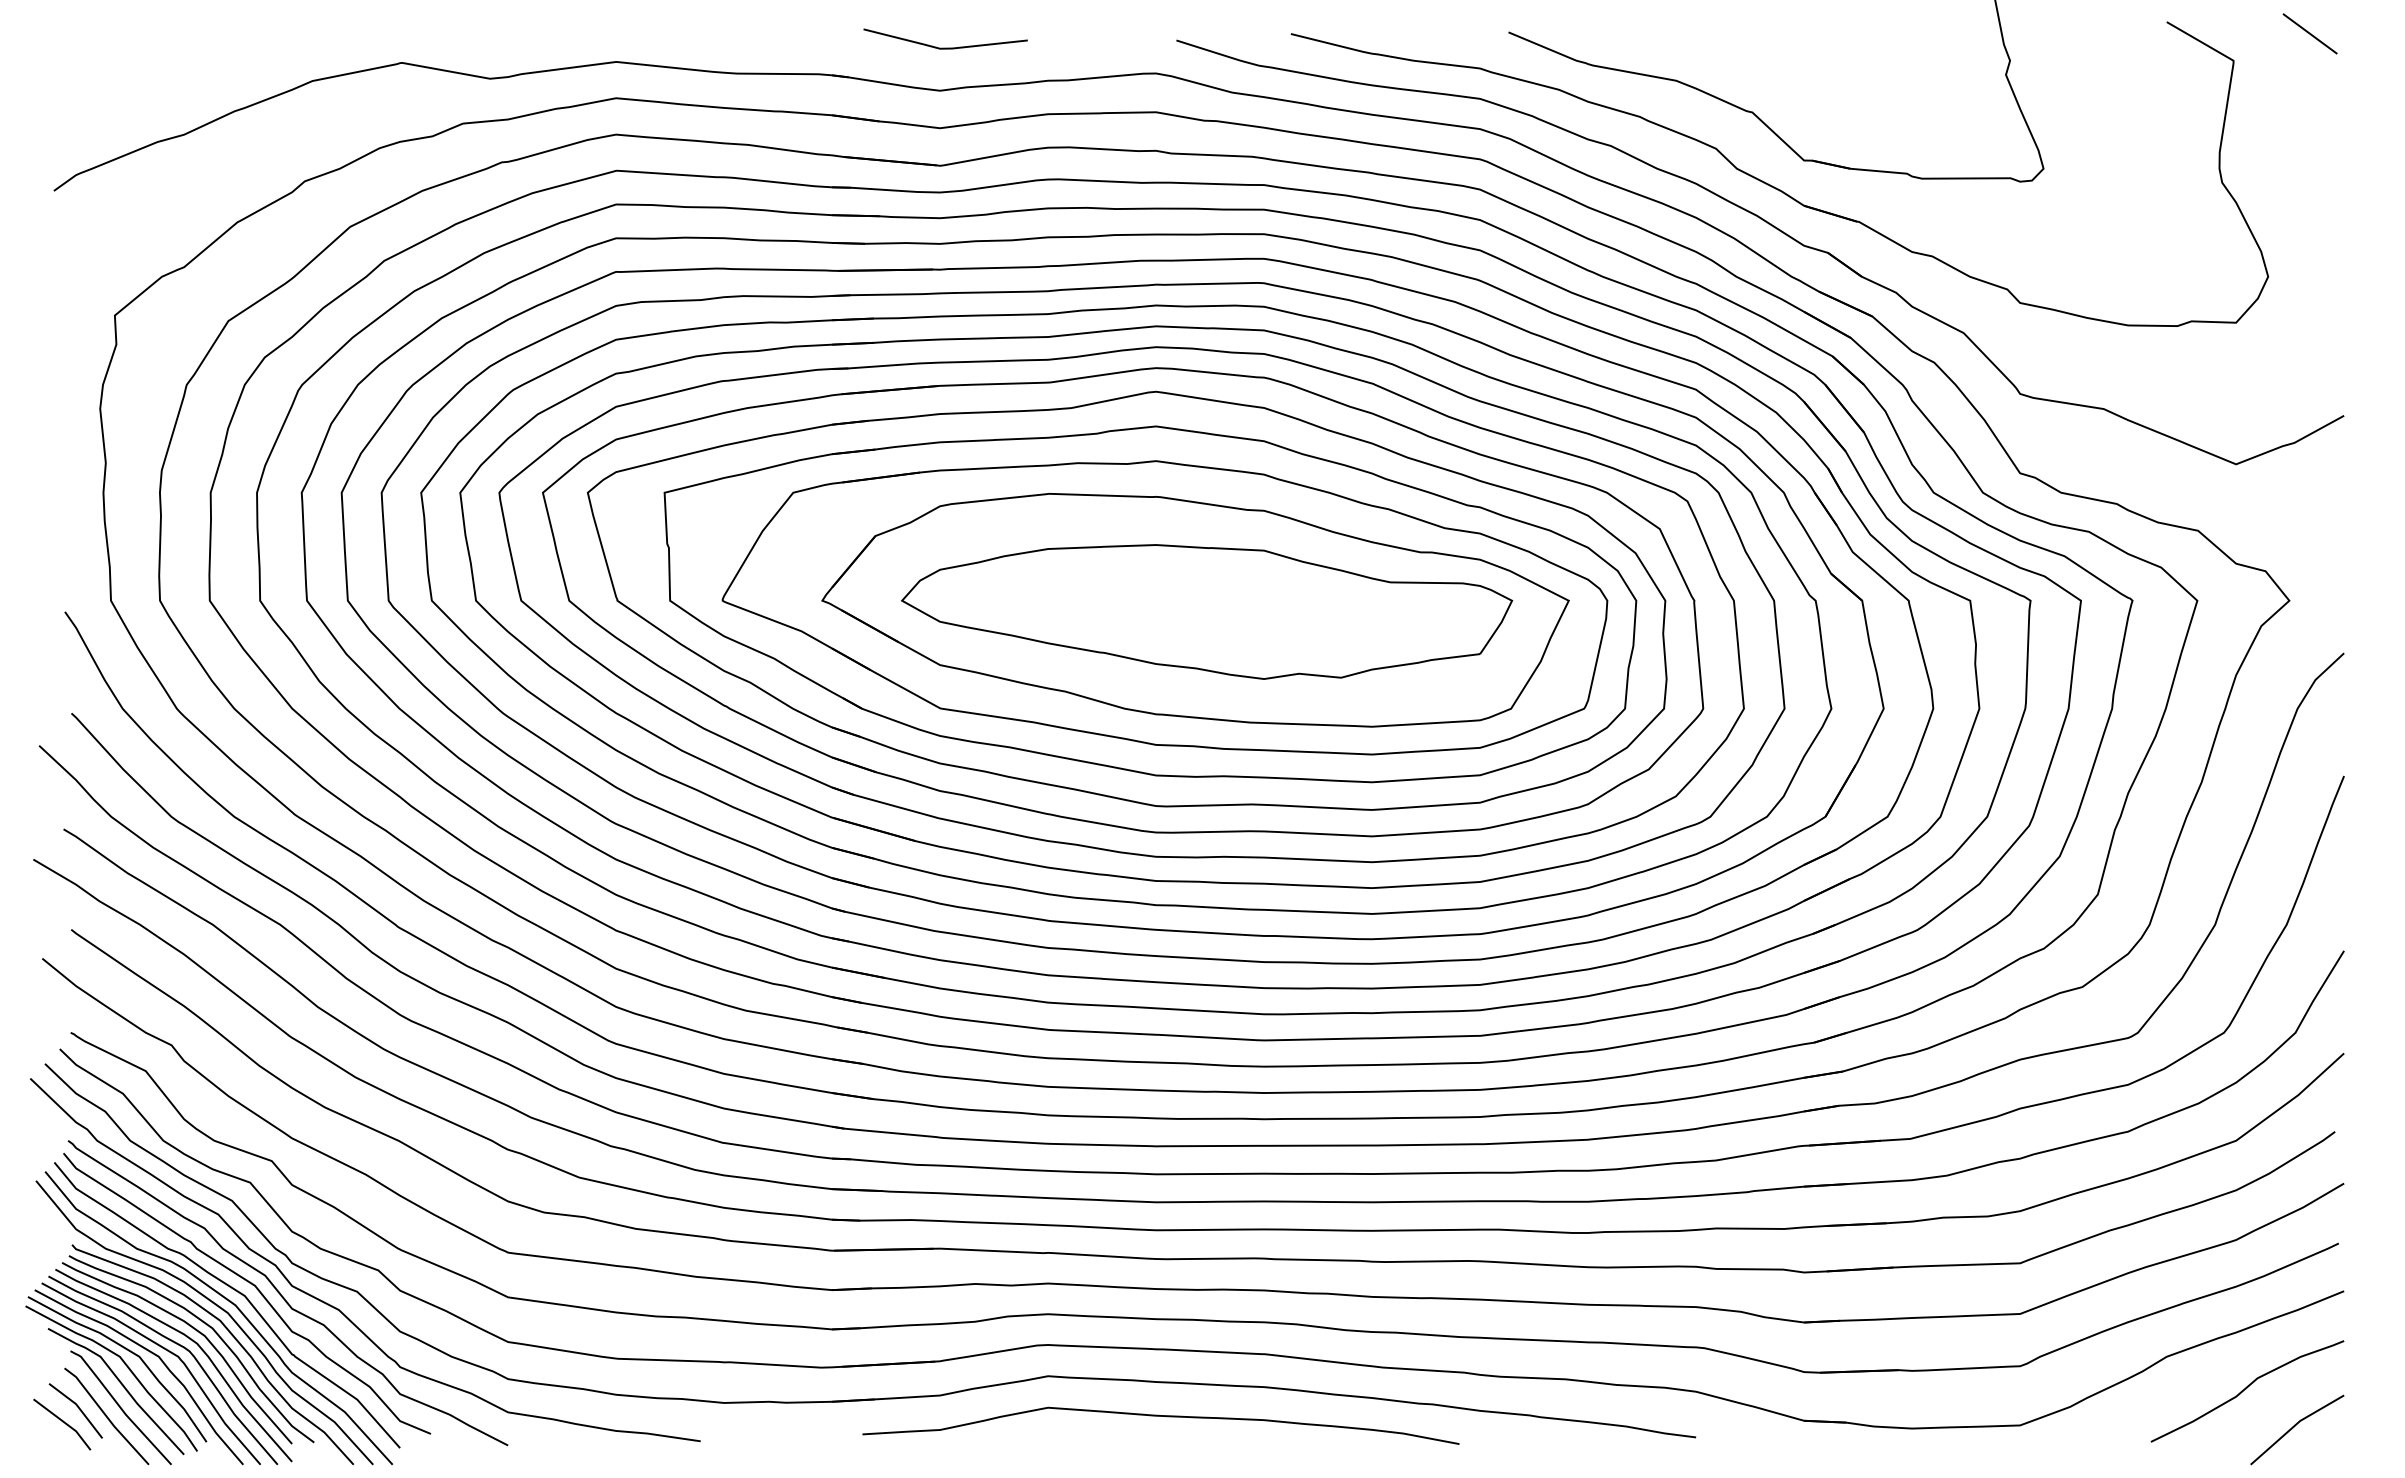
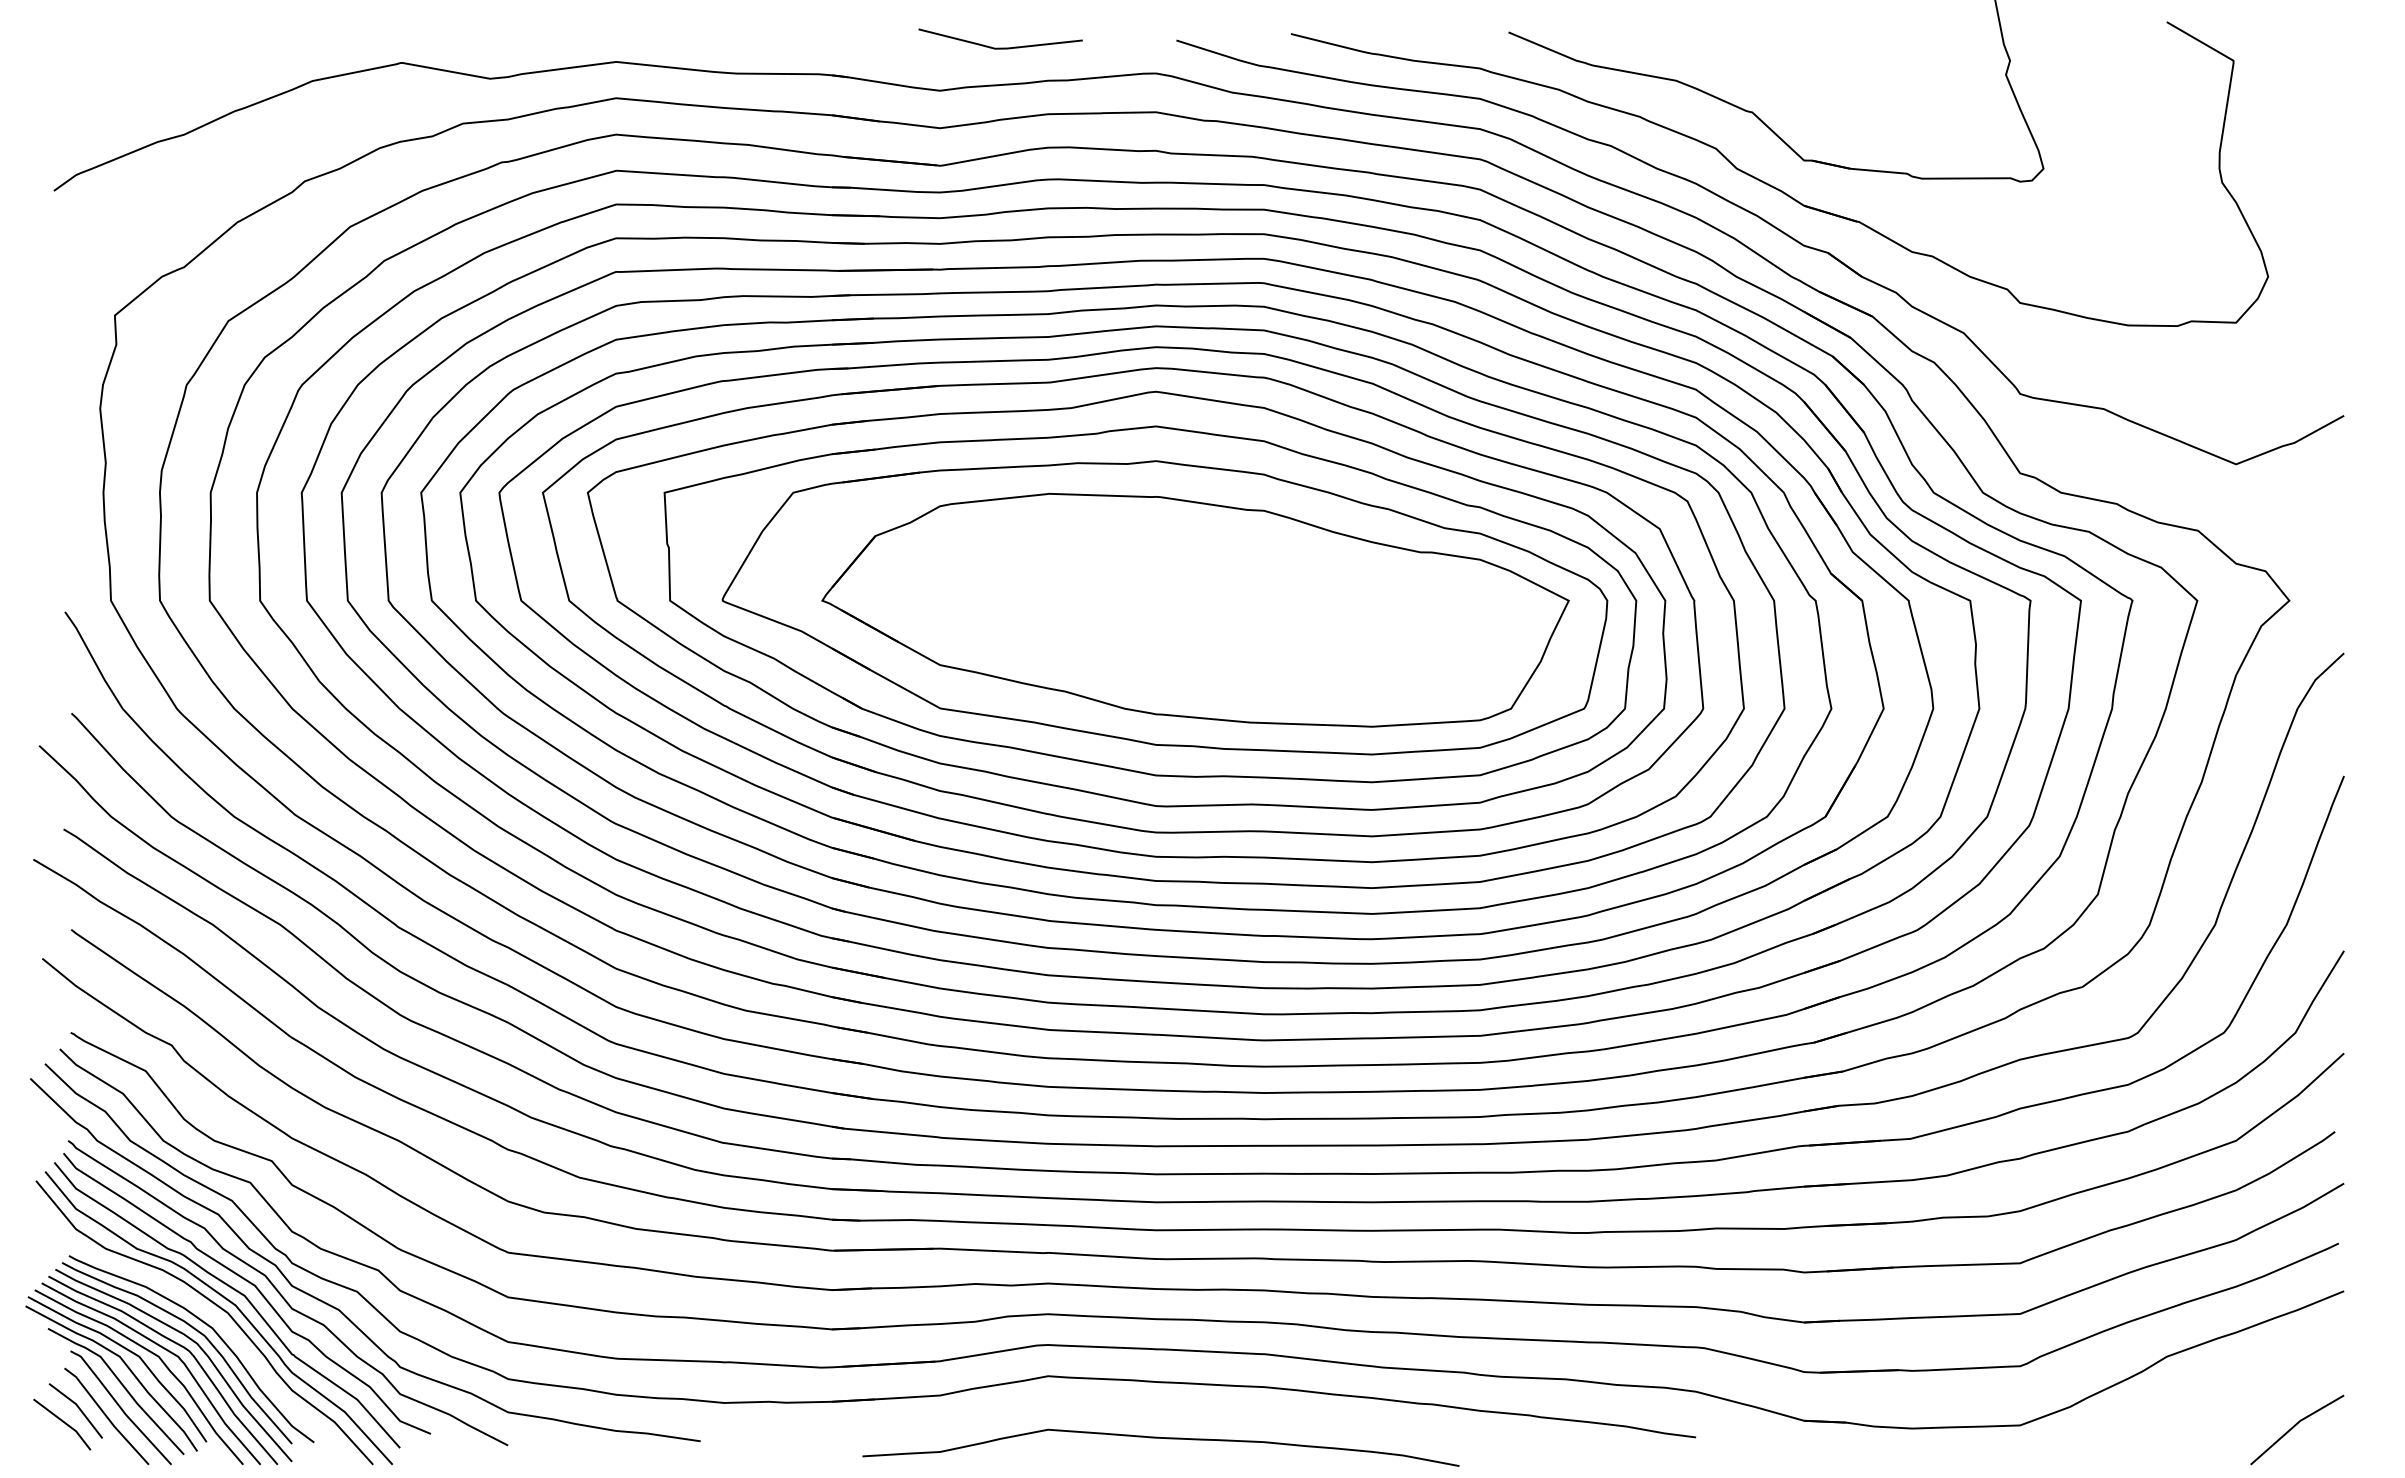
line at (2309, 33): present -> none
line at (945, 47) position: (945, 47) -> (1000, 47)
part at (1207, 611): present -> none
curve at (231, 1335): present -> none
curve at (2246, 1389): present -> none
curve at (1160, 1416) position: (1160, 1416) -> (1160, 1438)
